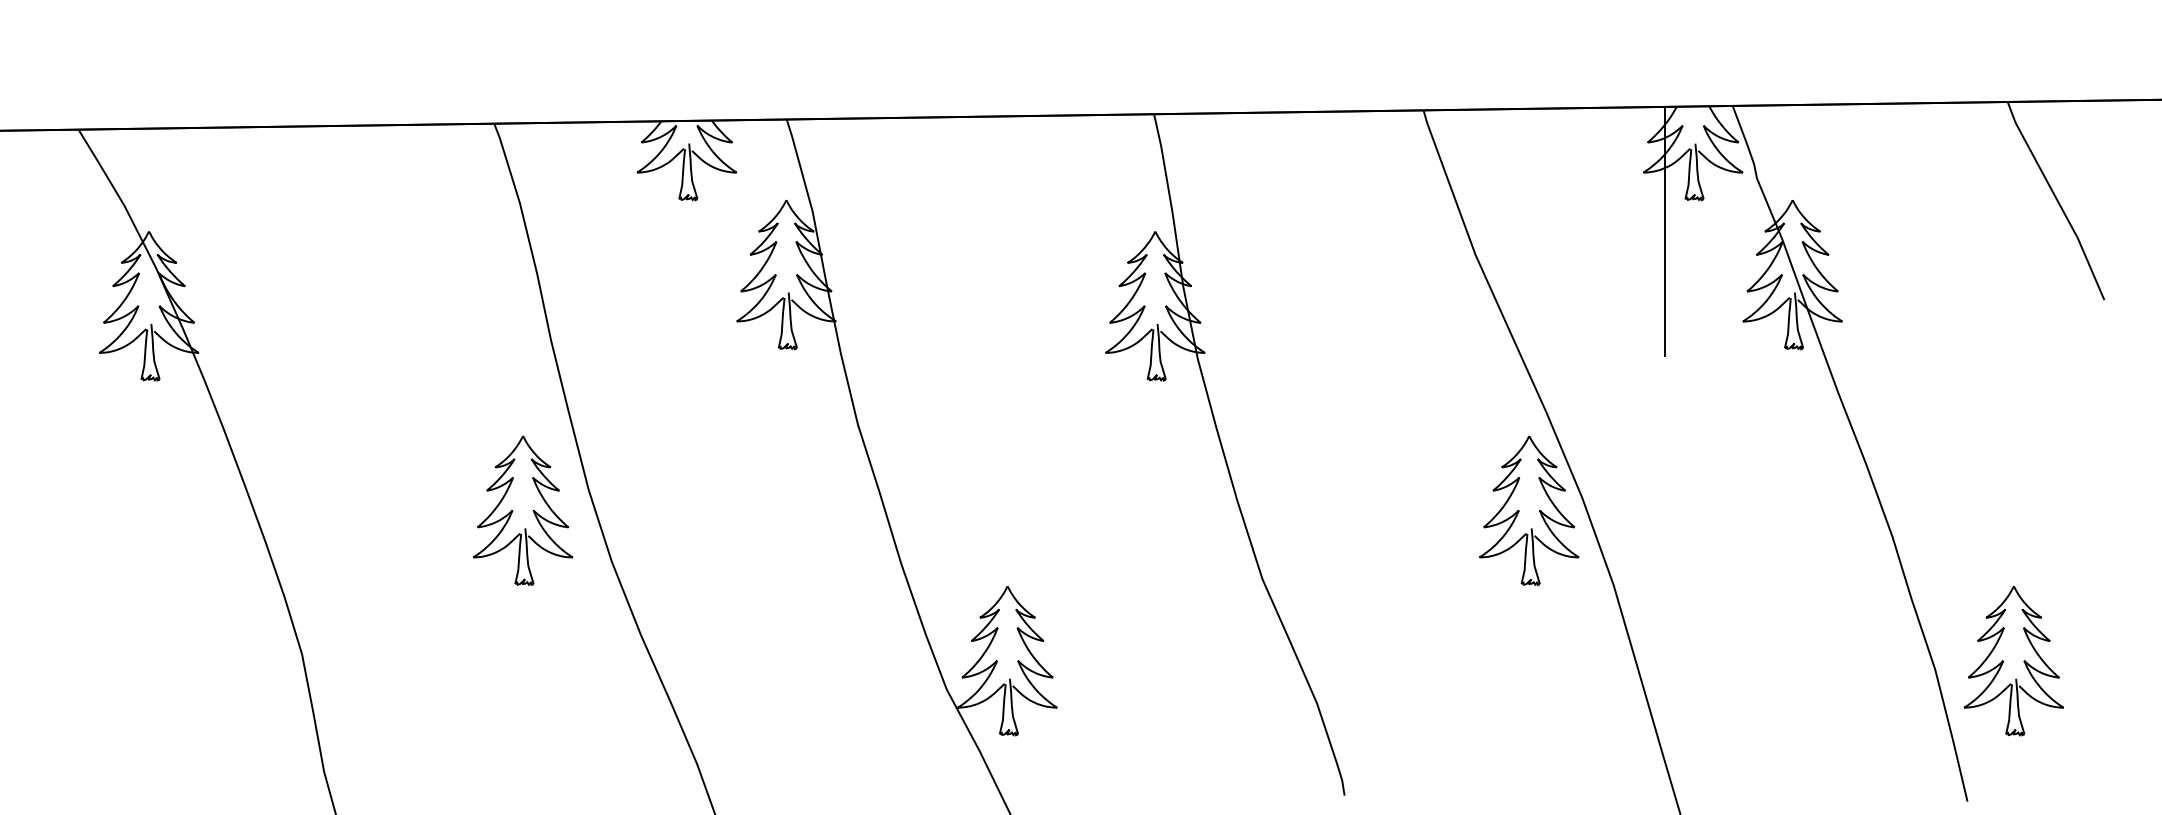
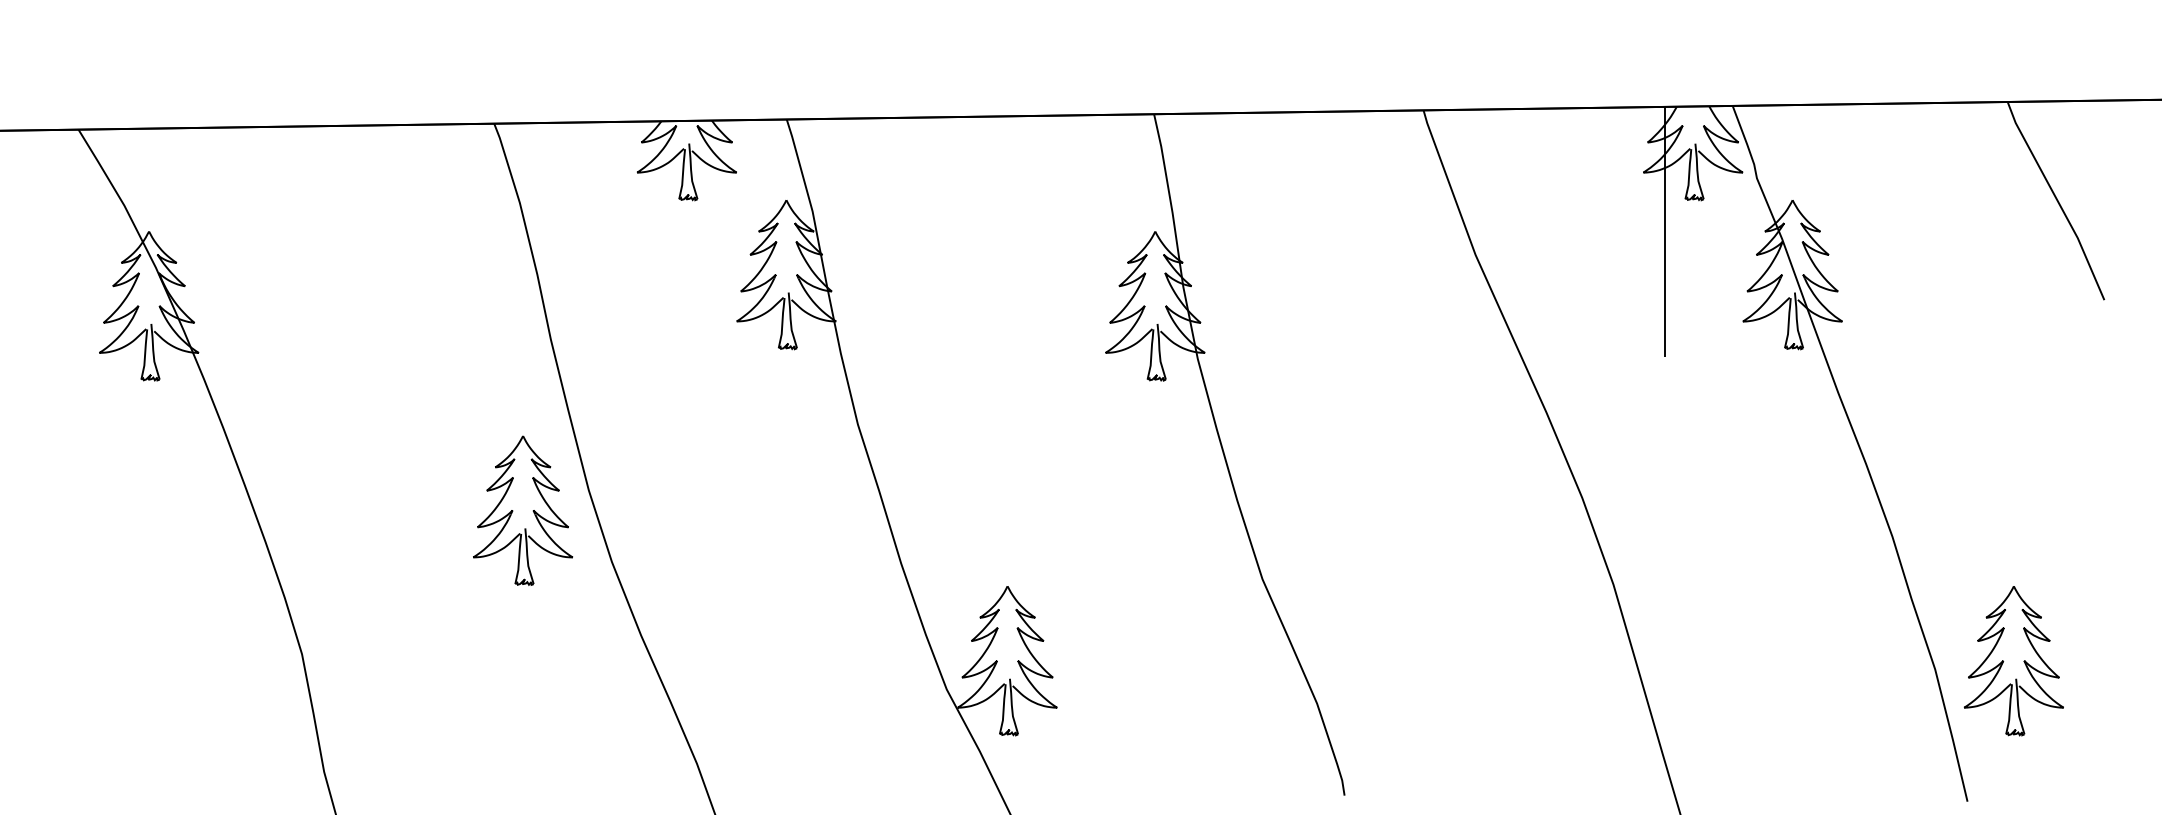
part at (1529, 510): present -> none
